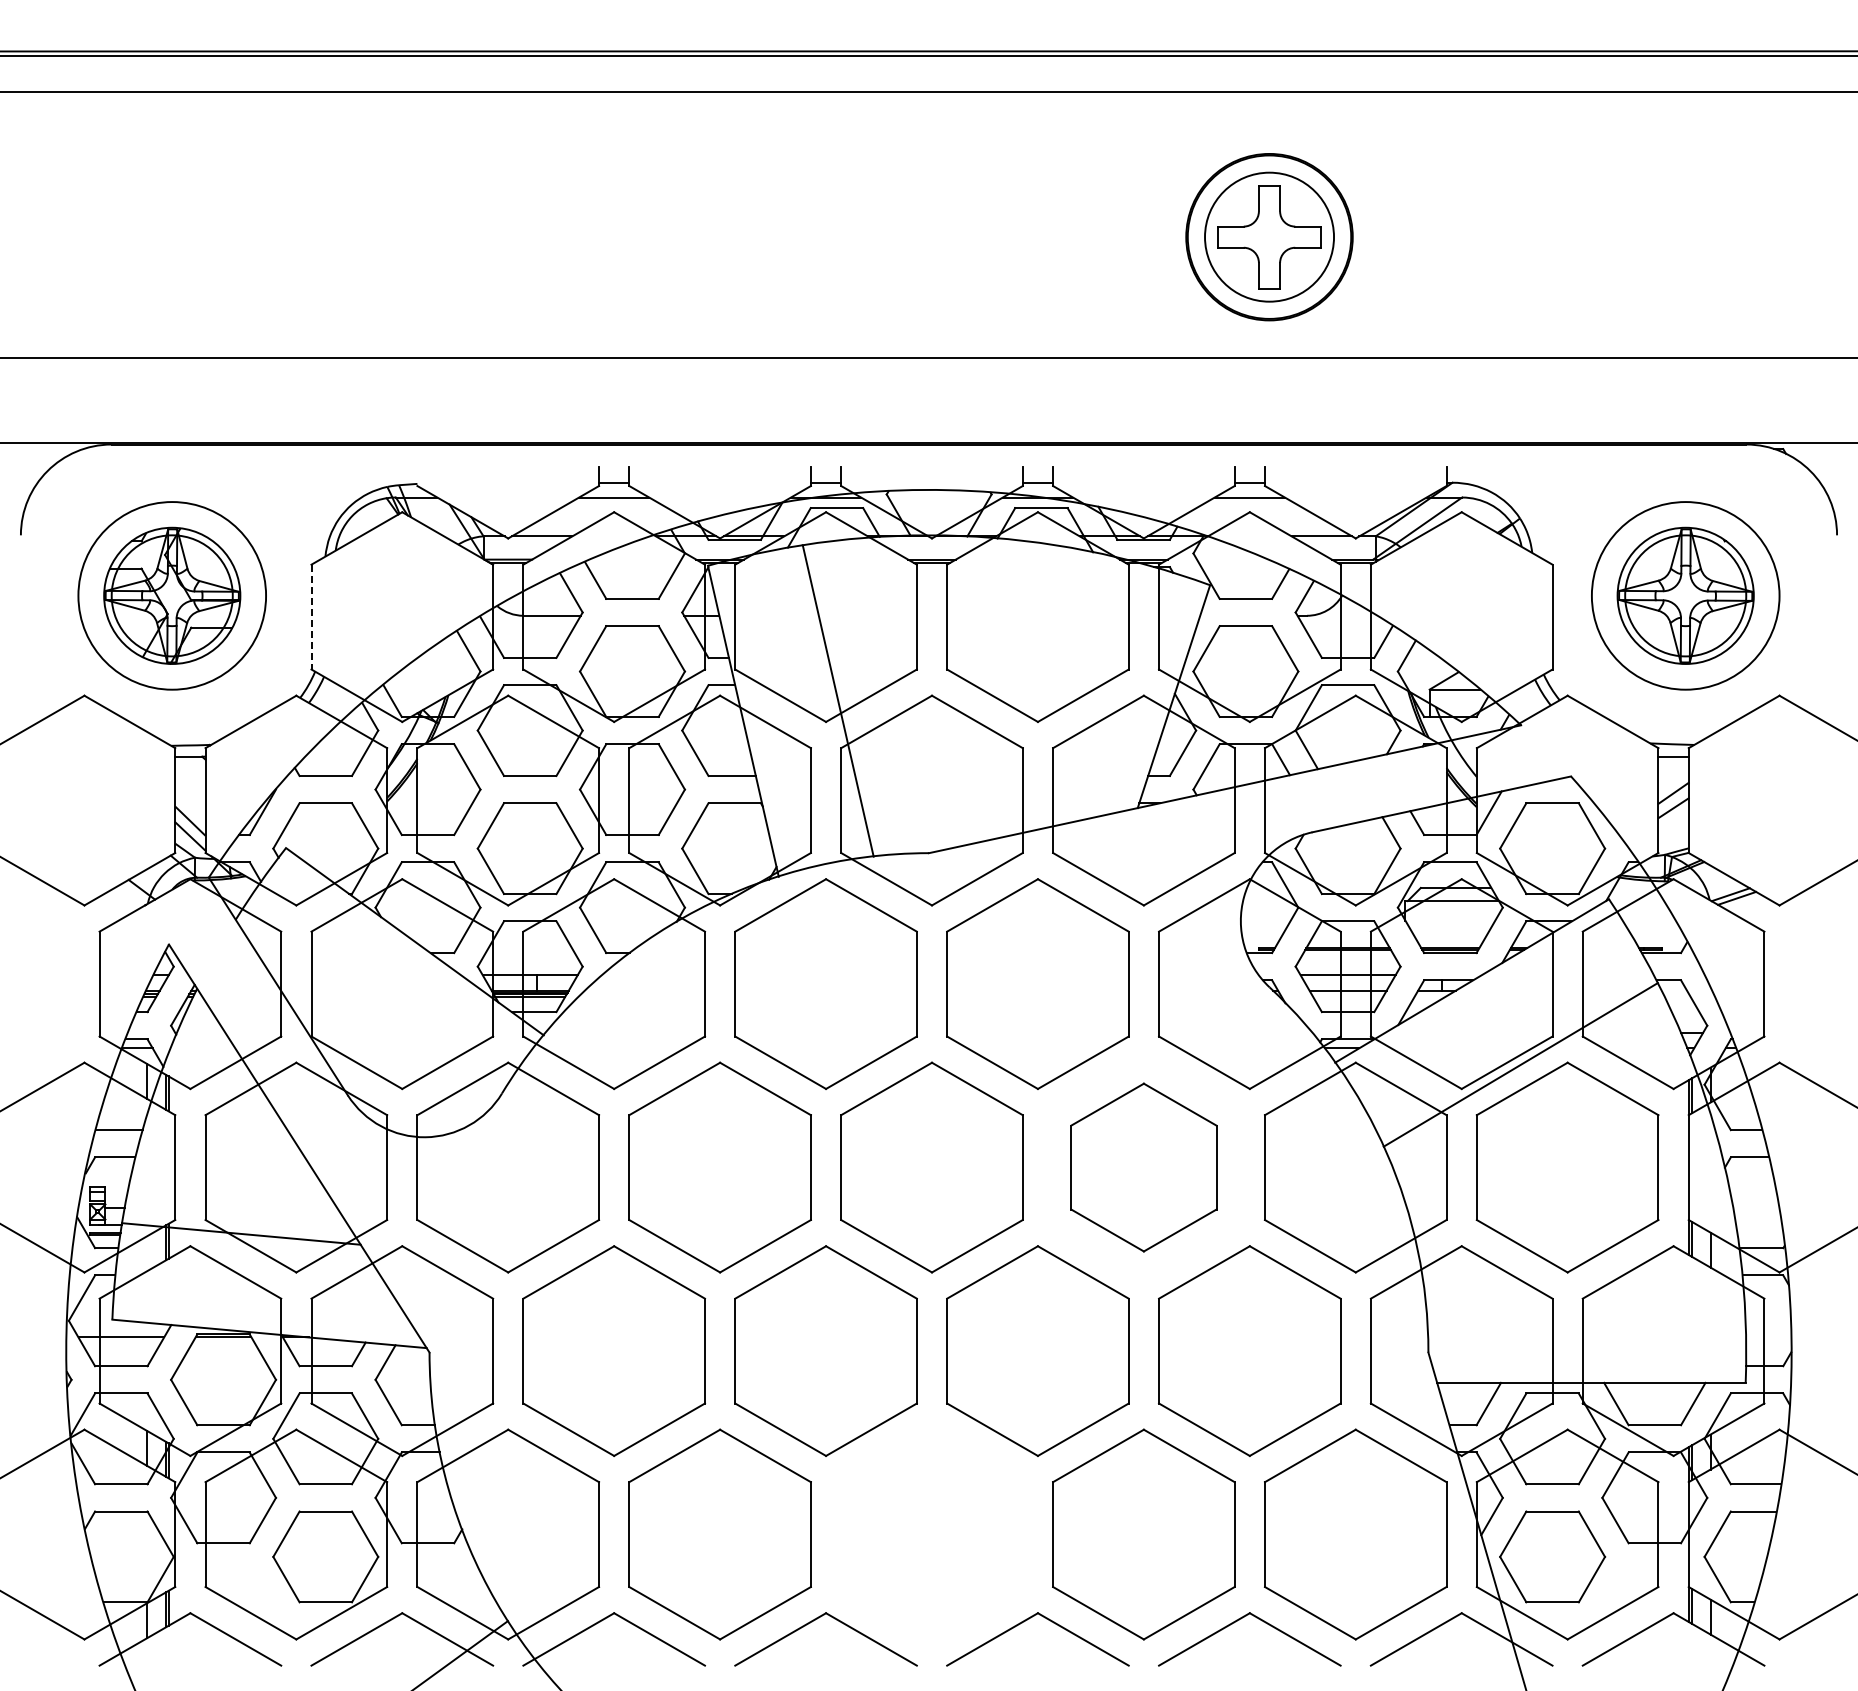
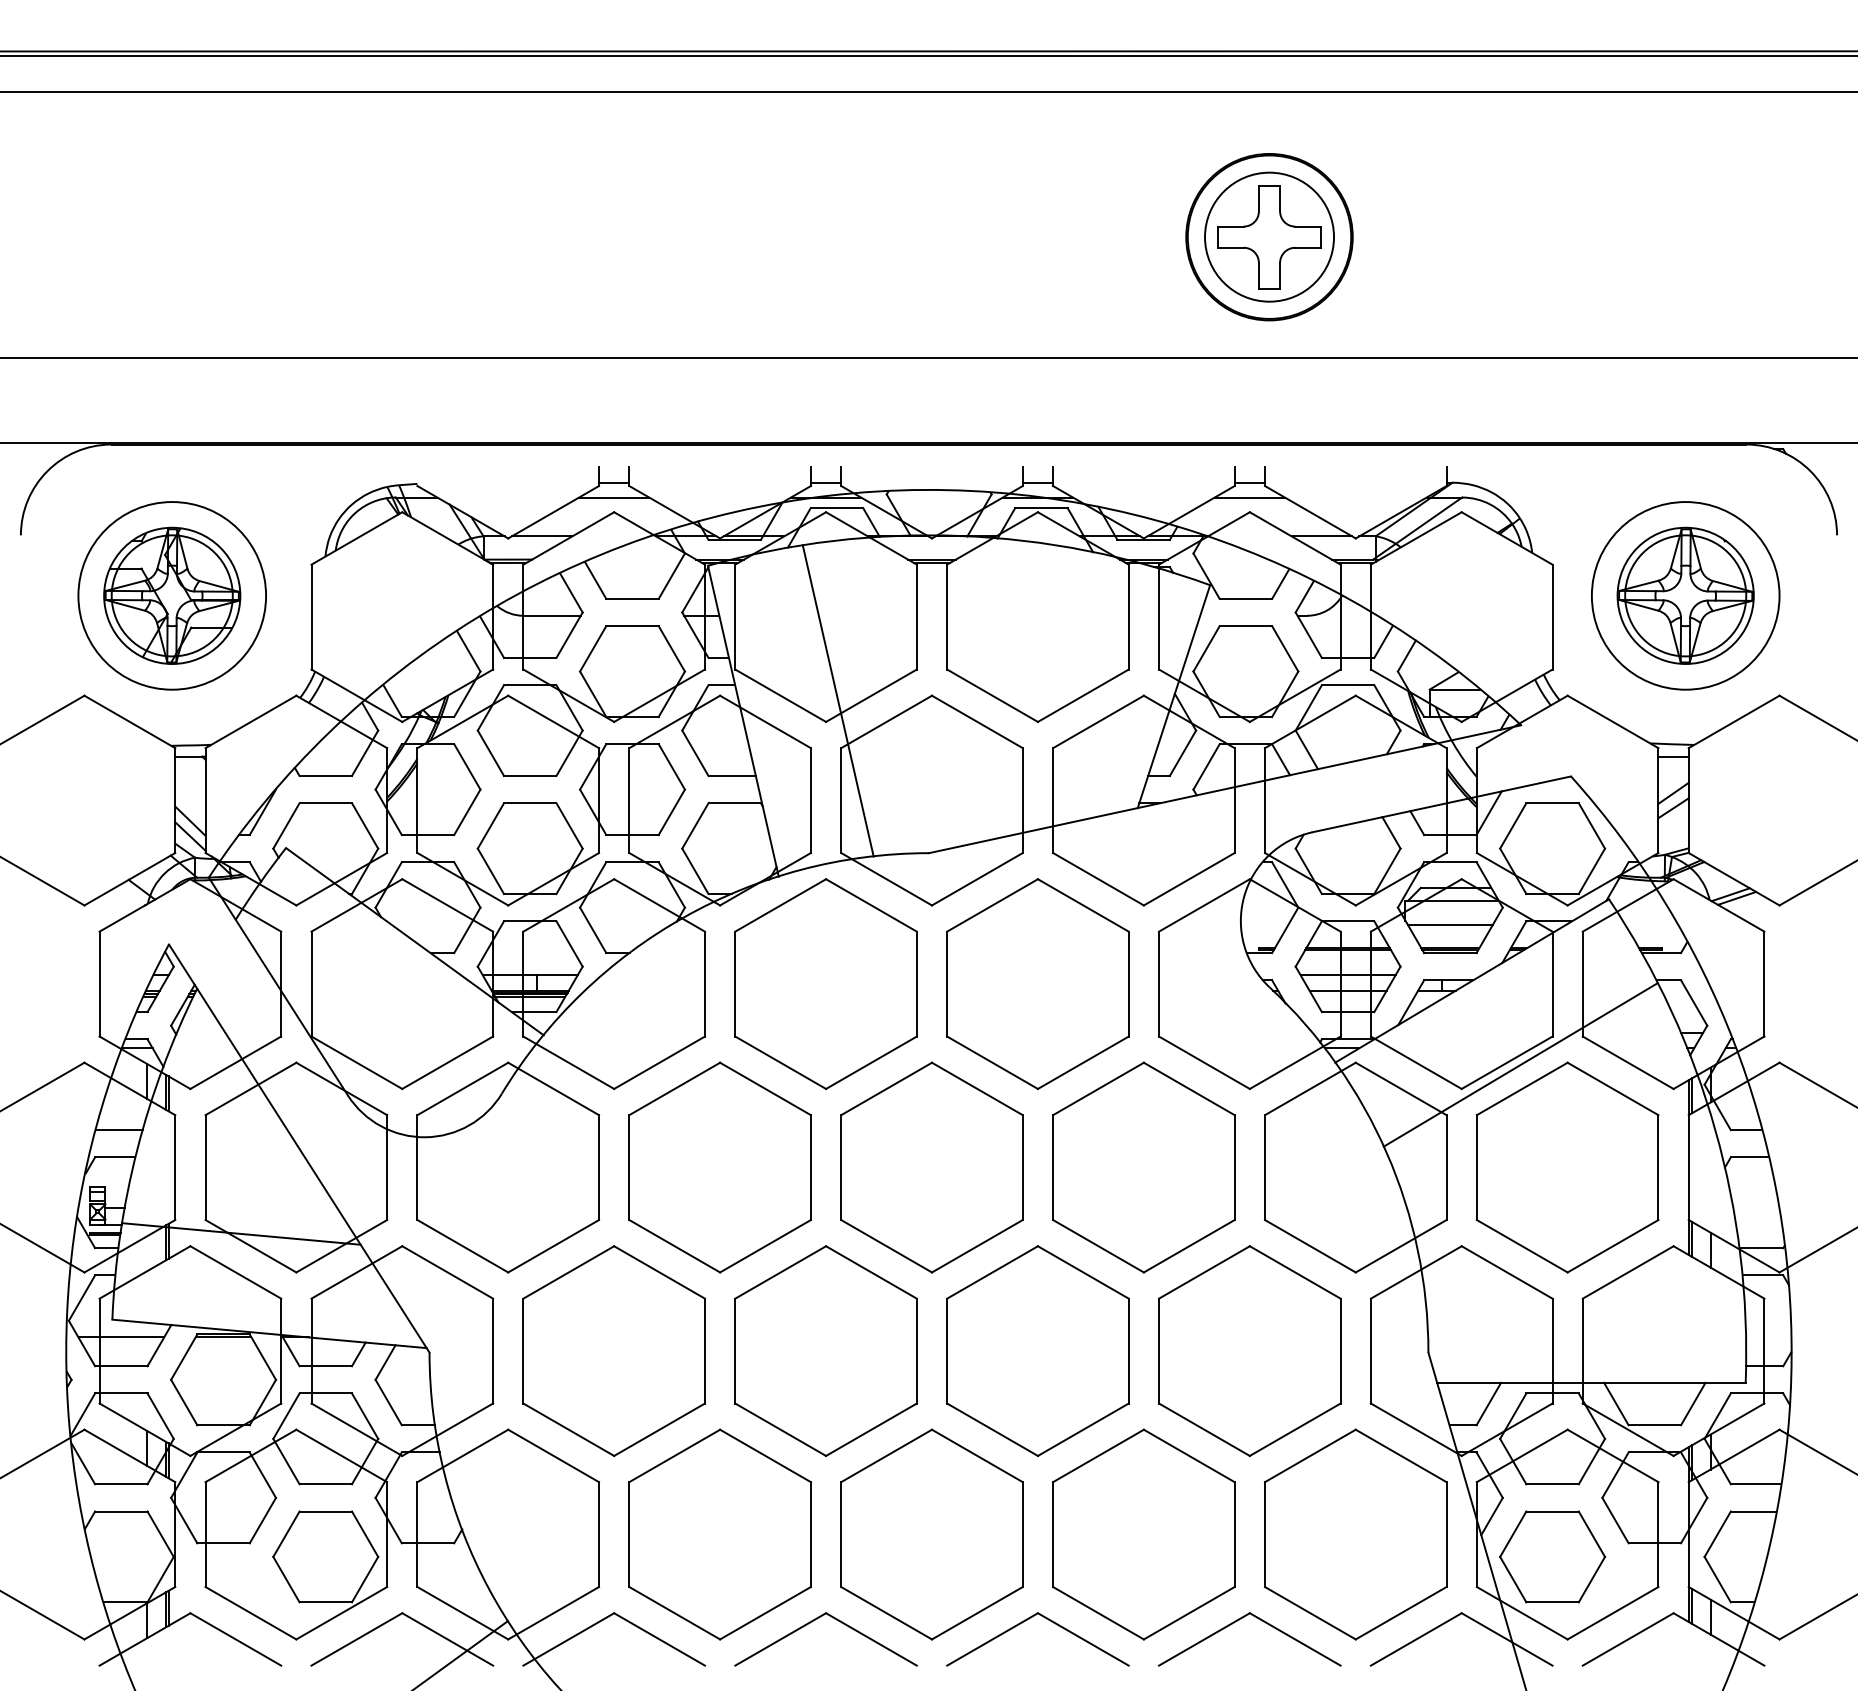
line at (311, 617): dashed -> solid
line at (1450, 925): none -> present
part at (1143, 1167) size: 148x171 px -> 184x213 px
part at (931, 1534): none -> present
